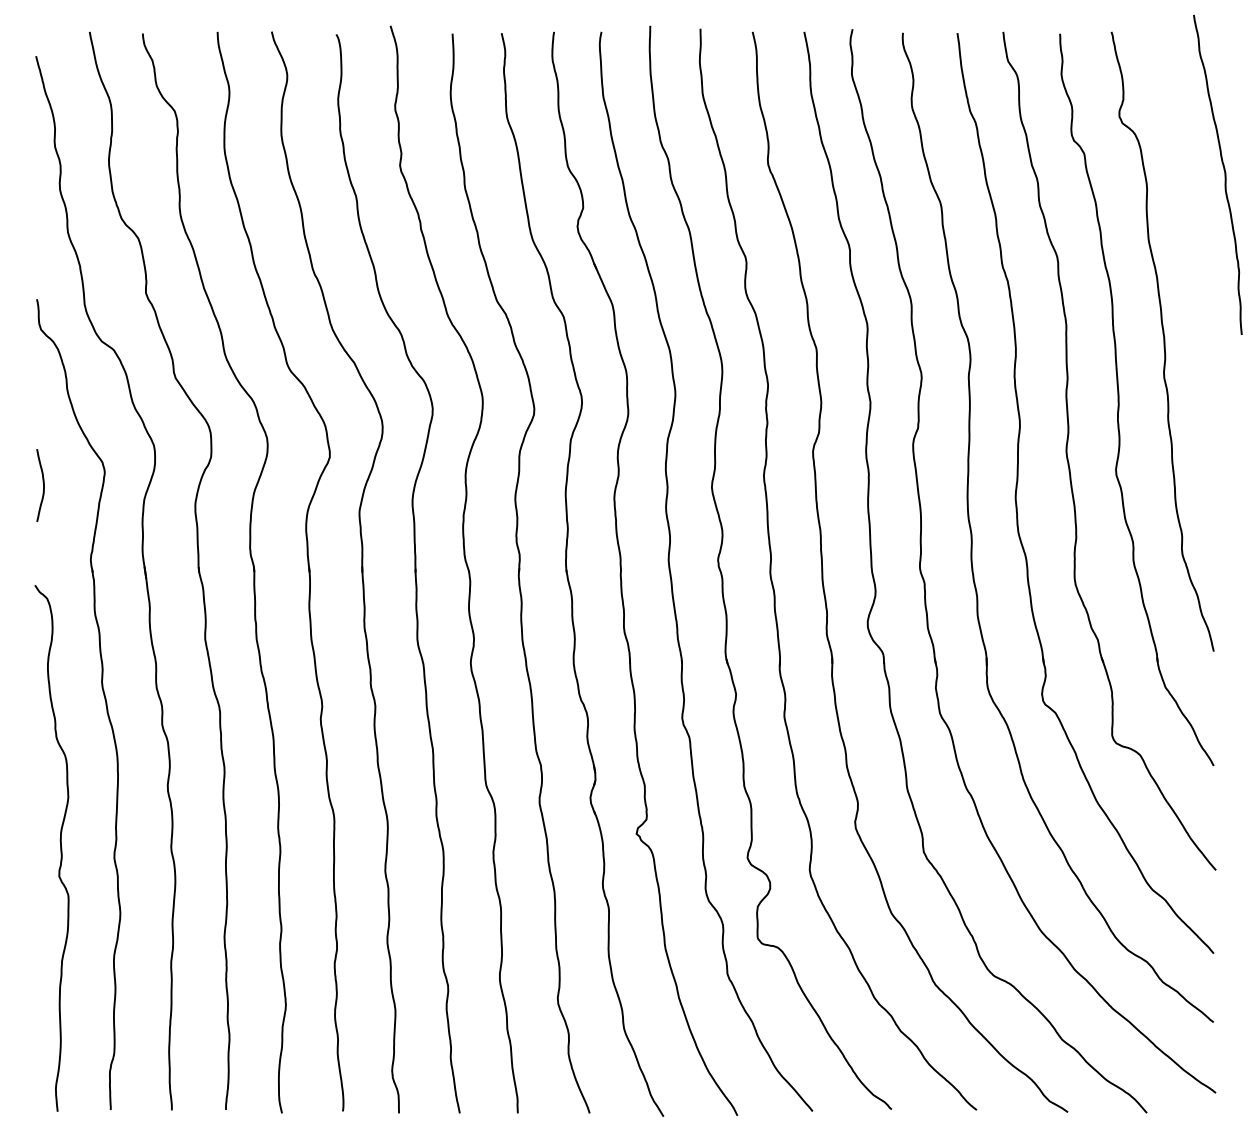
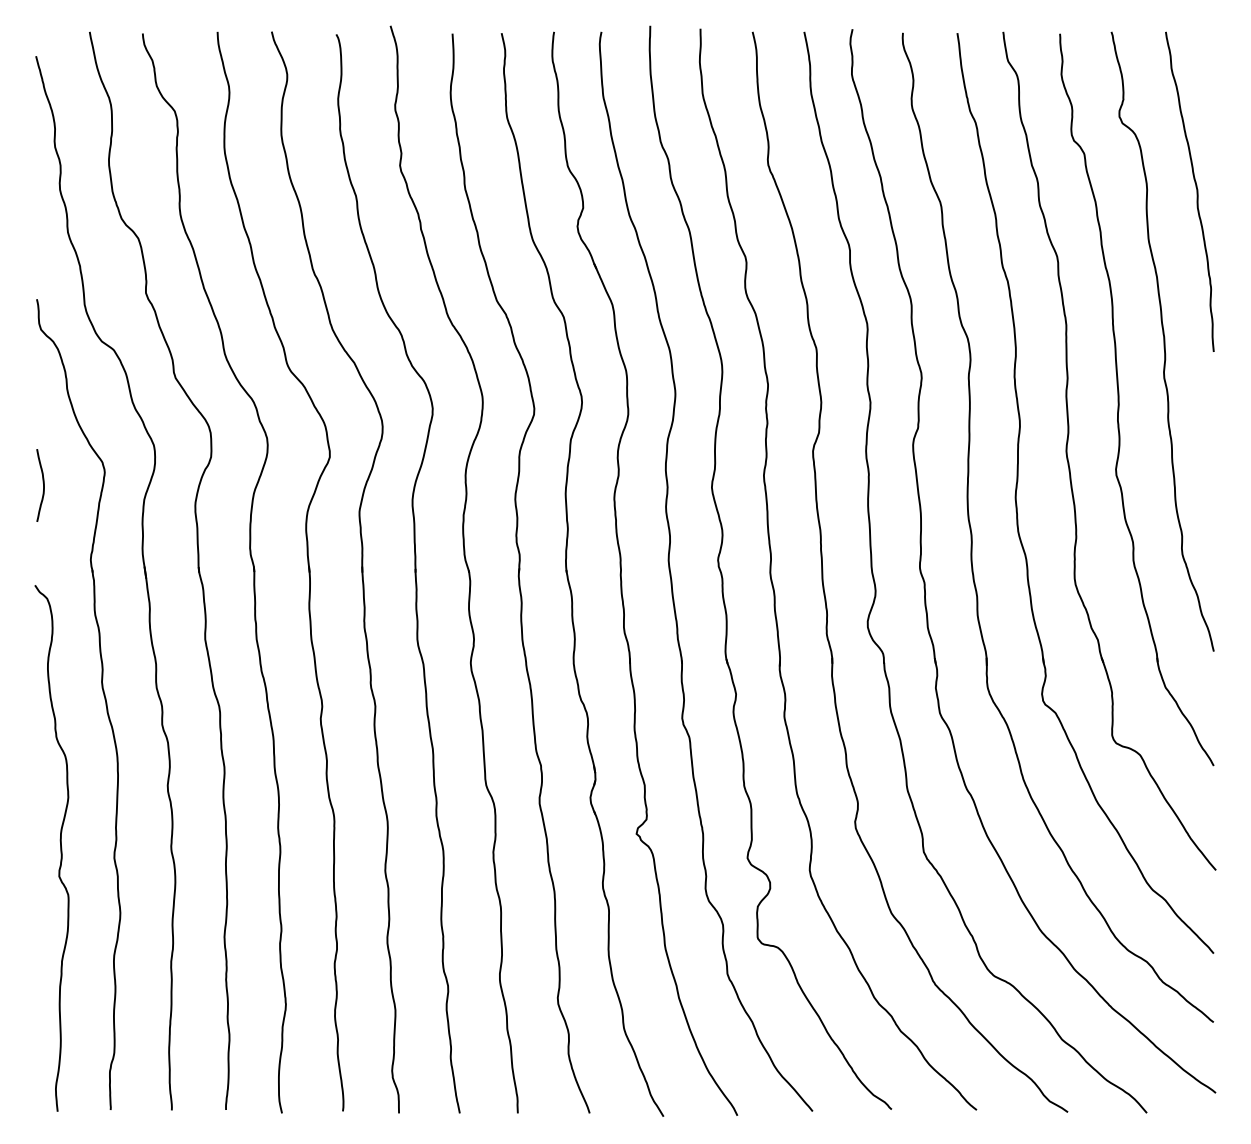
curve at (1224, 174) position: (1224, 174) -> (1196, 191)
